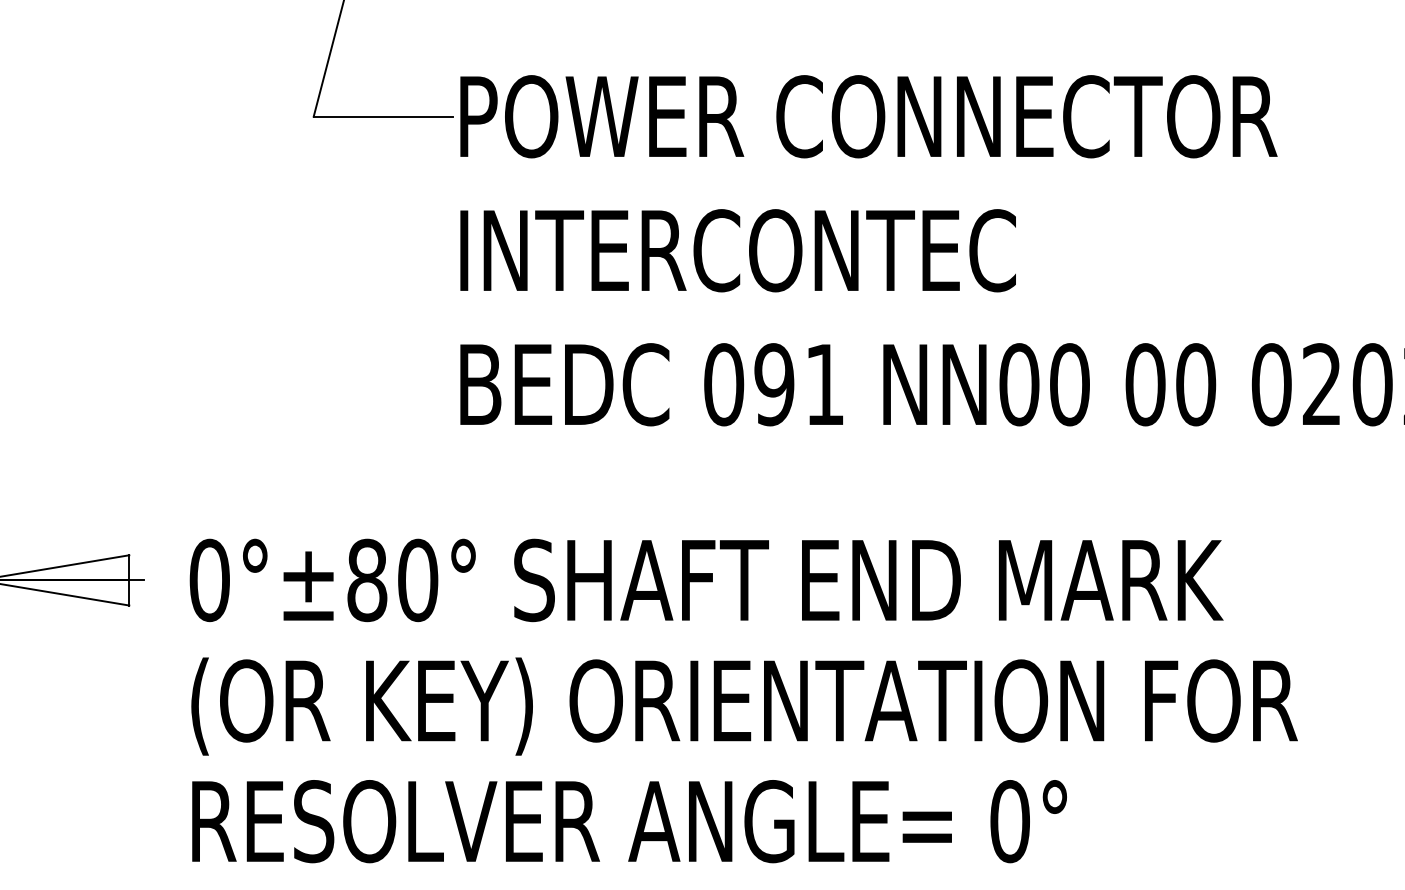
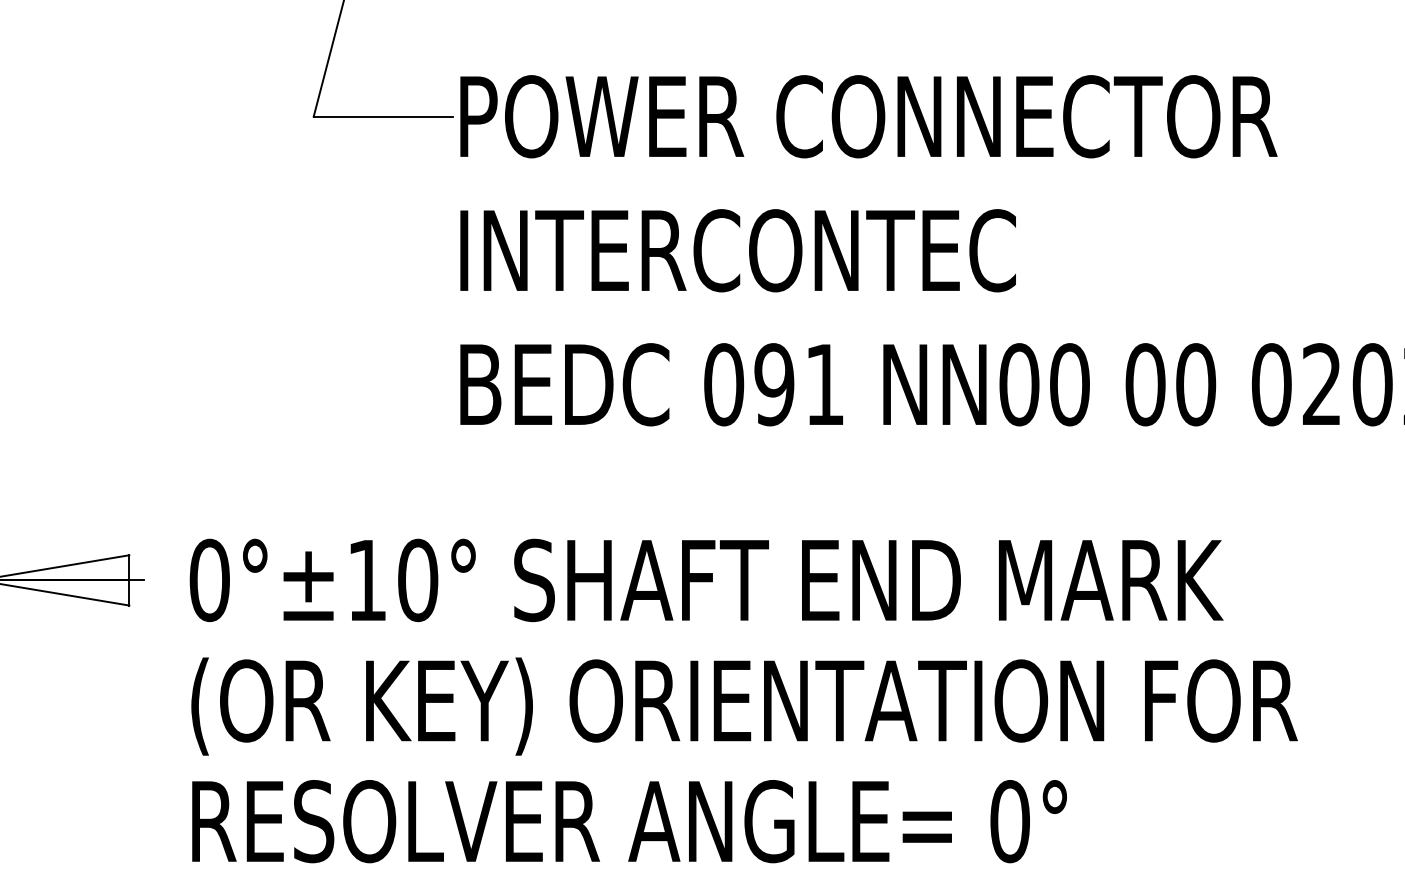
text at (367, 580): 0°±80° -> 0°±10°
